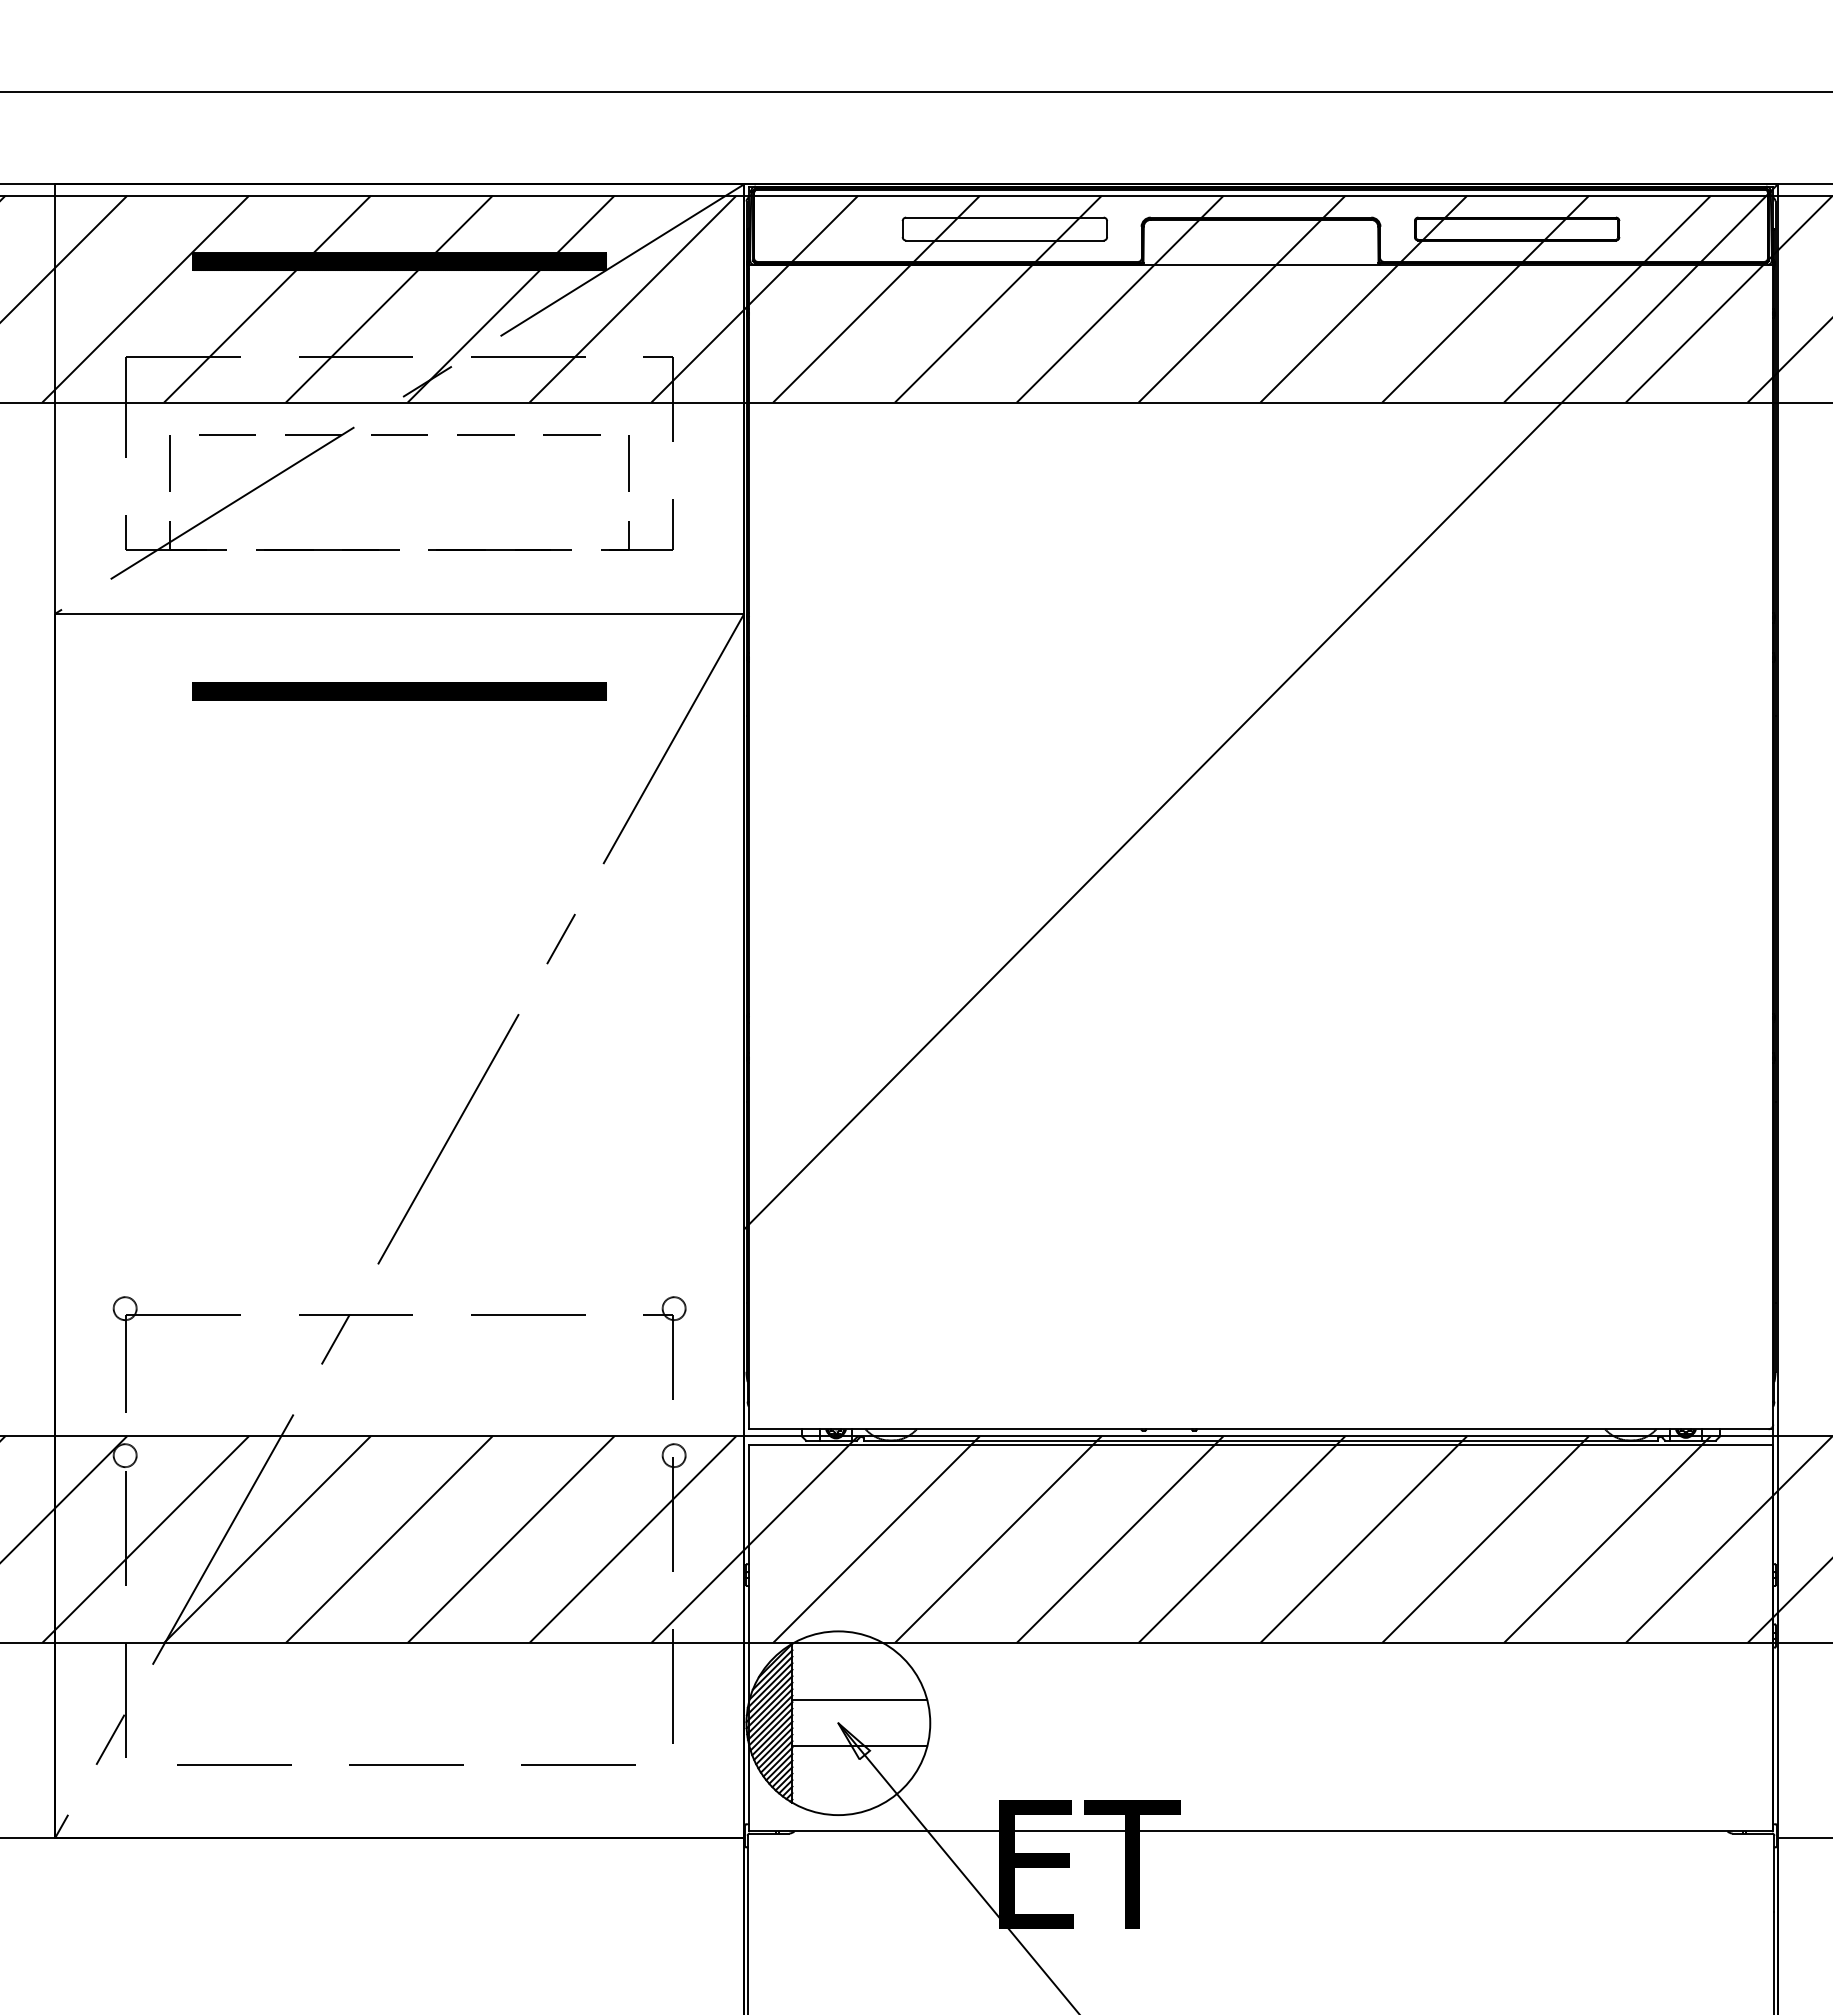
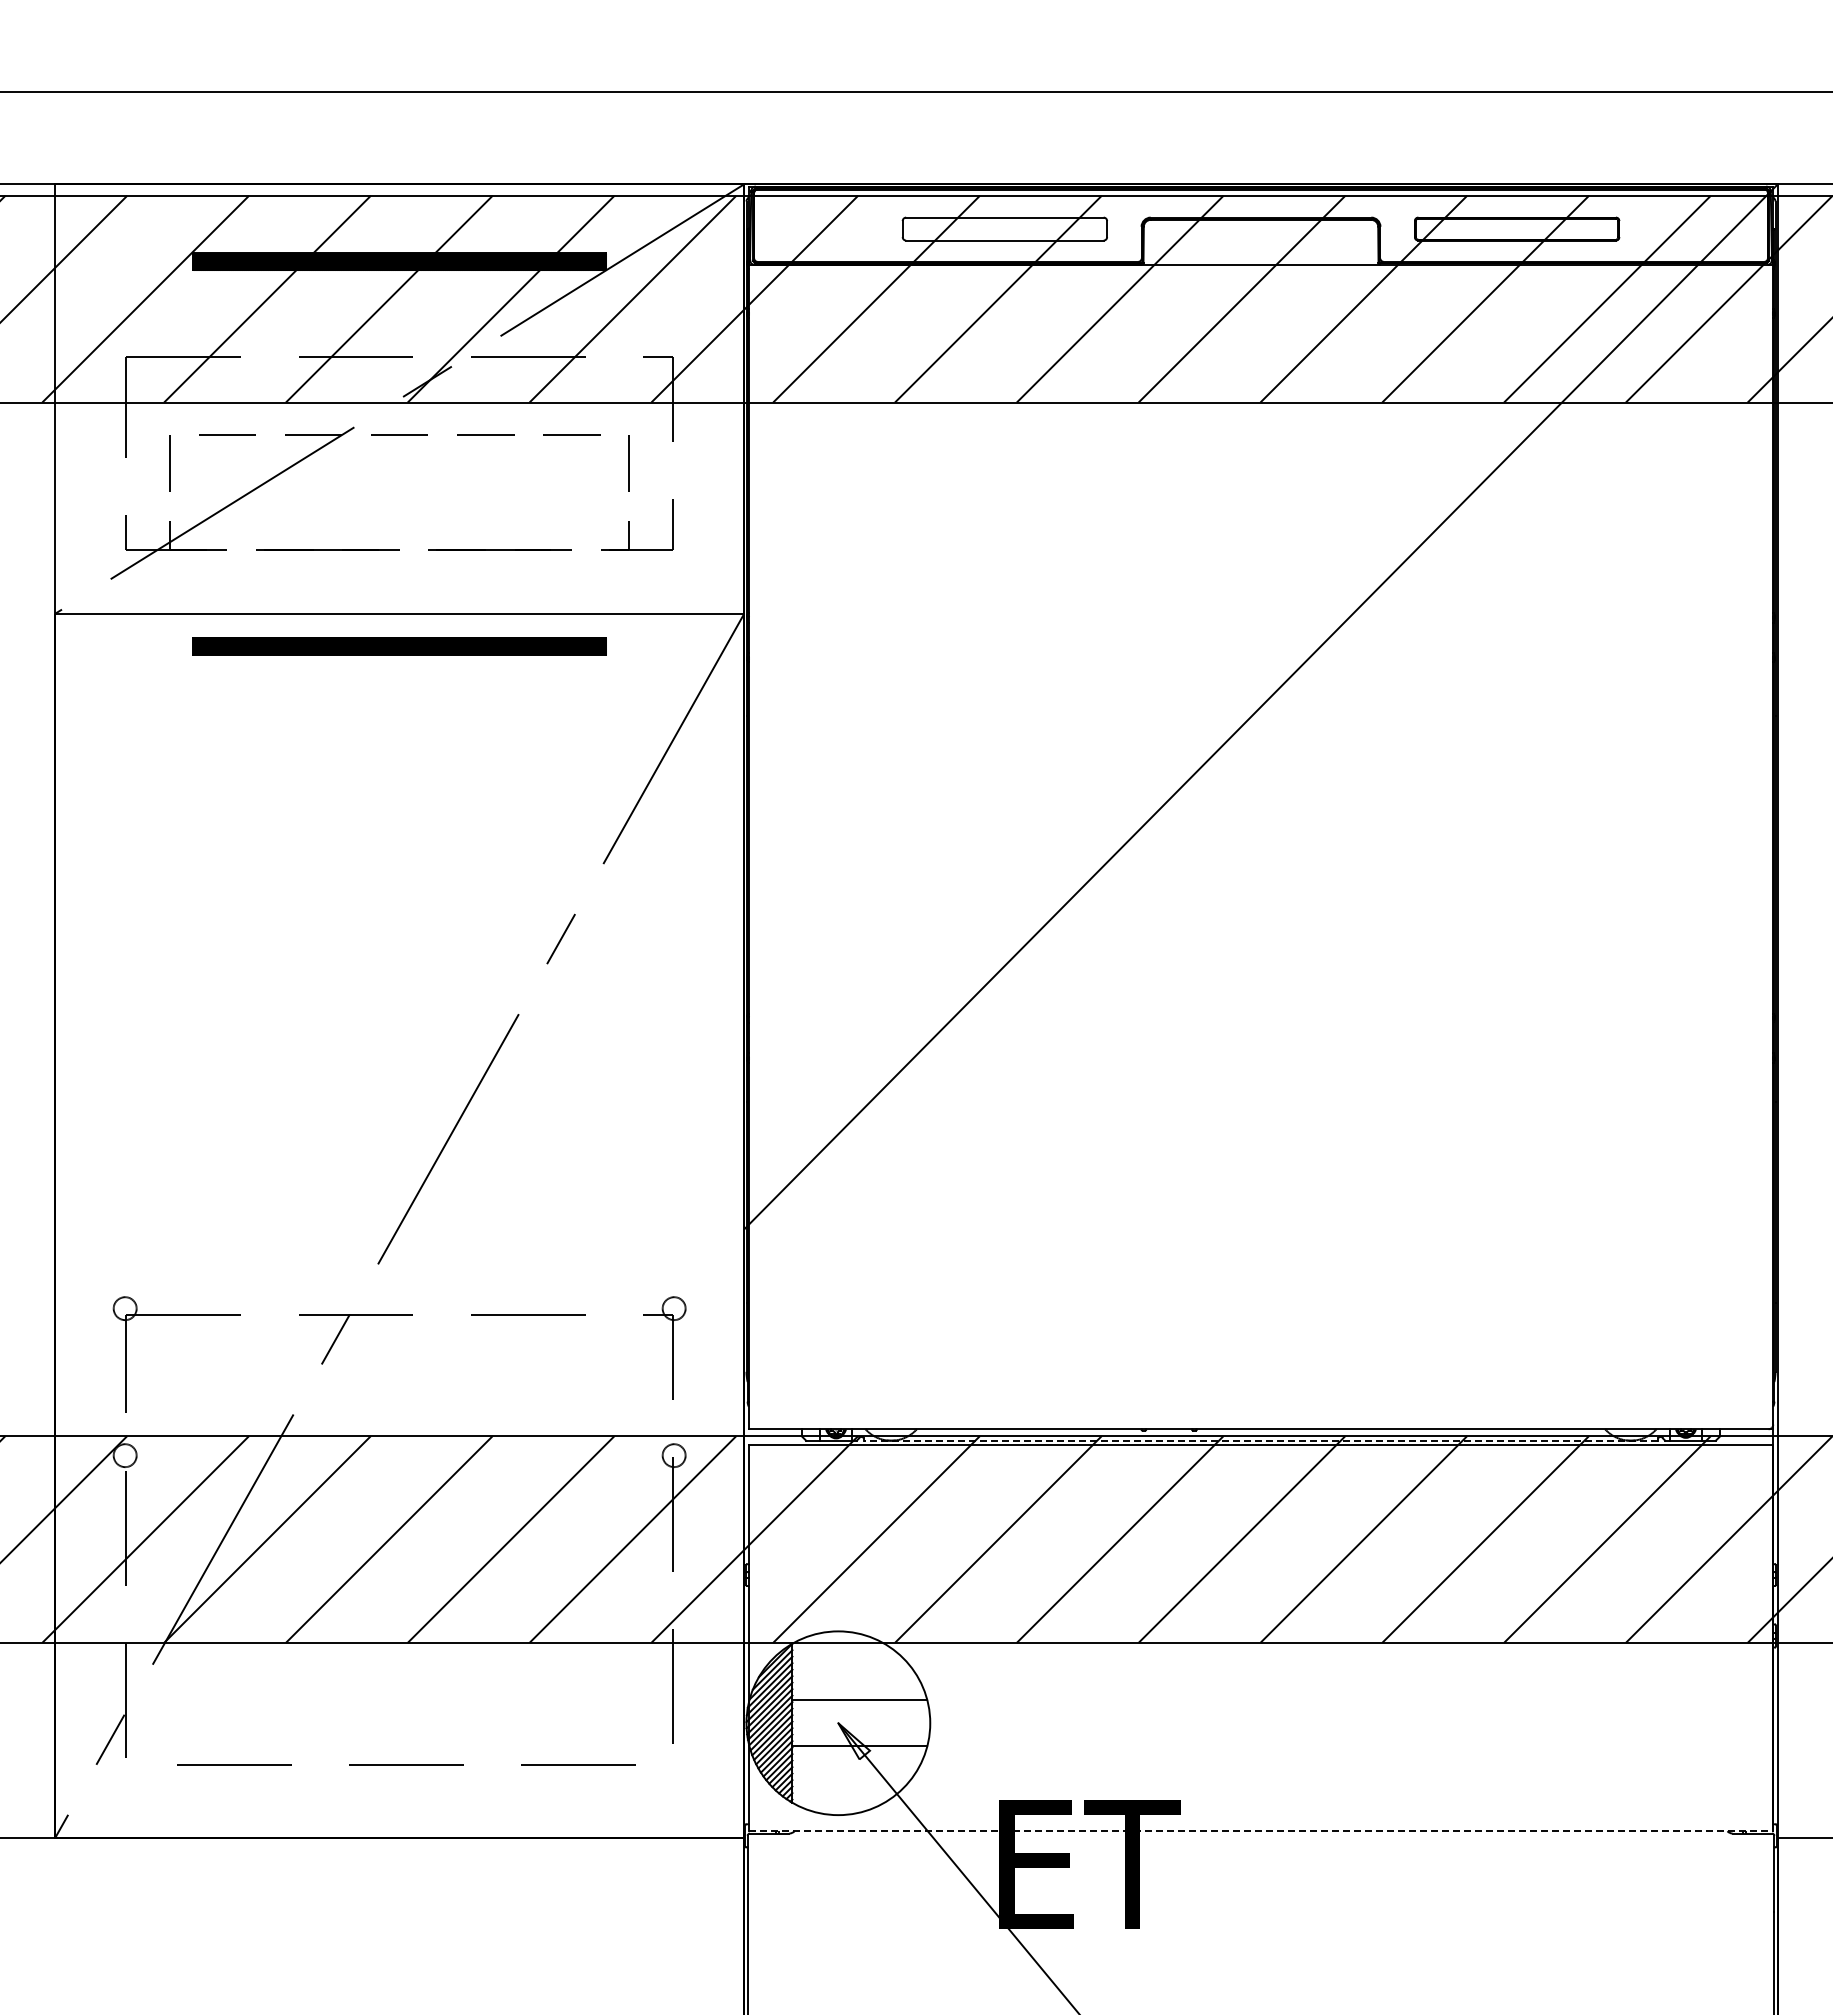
part at (399, 691) position: (399, 691) -> (399, 646)
line at (1260, 1440): solid -> dashed
line at (1261, 1831): solid -> dashed
